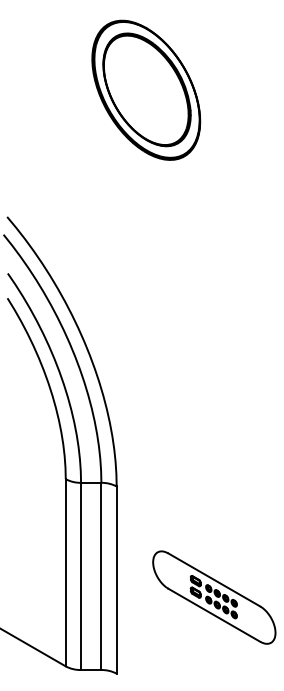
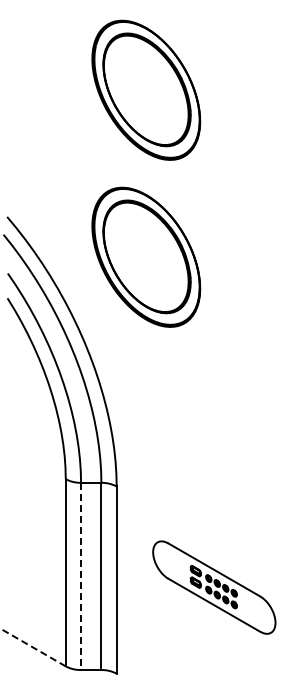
part at (146, 256): none -> present
line at (81, 576): solid -> dashed
part at (214, 597) position: (214, 597) -> (214, 587)
line at (32, 647): solid -> dashed
